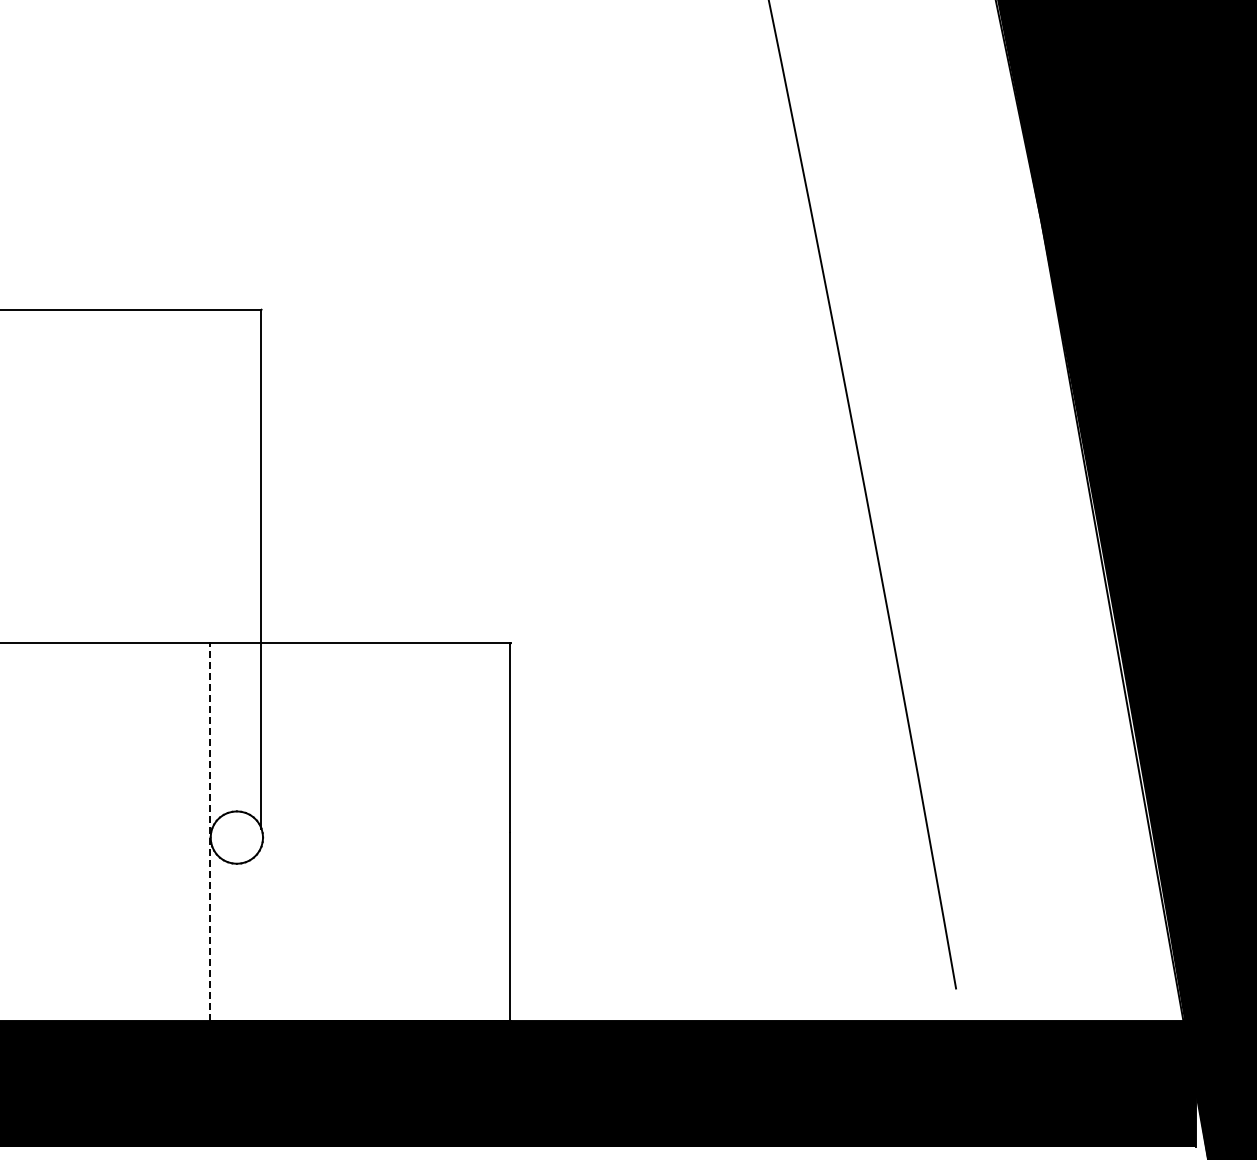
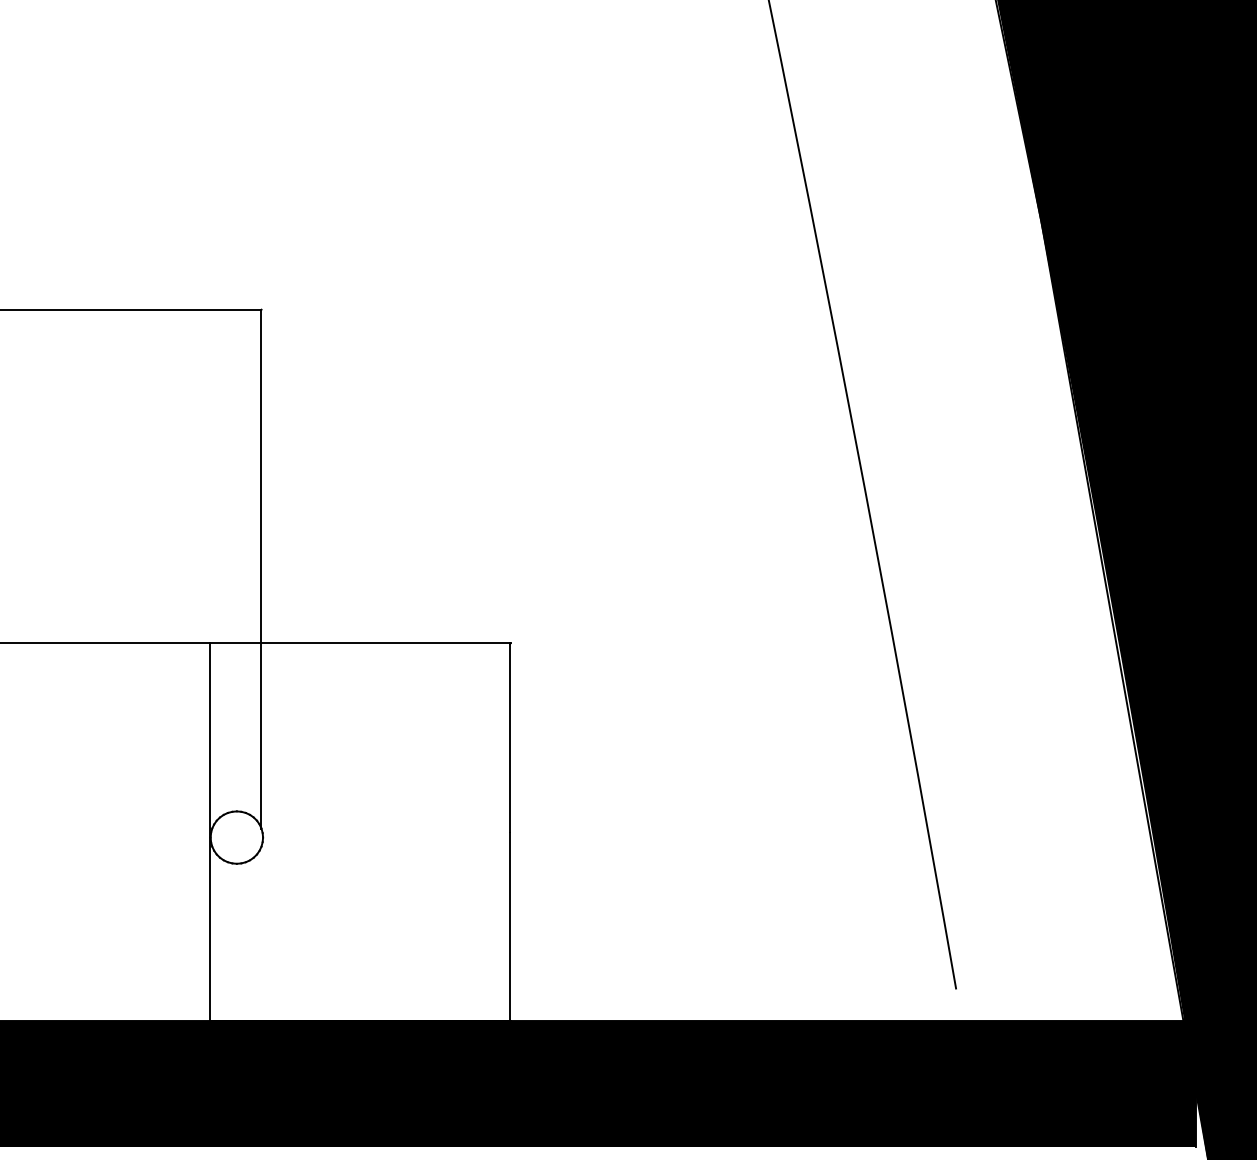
line at (209, 832): dashed -> solid
